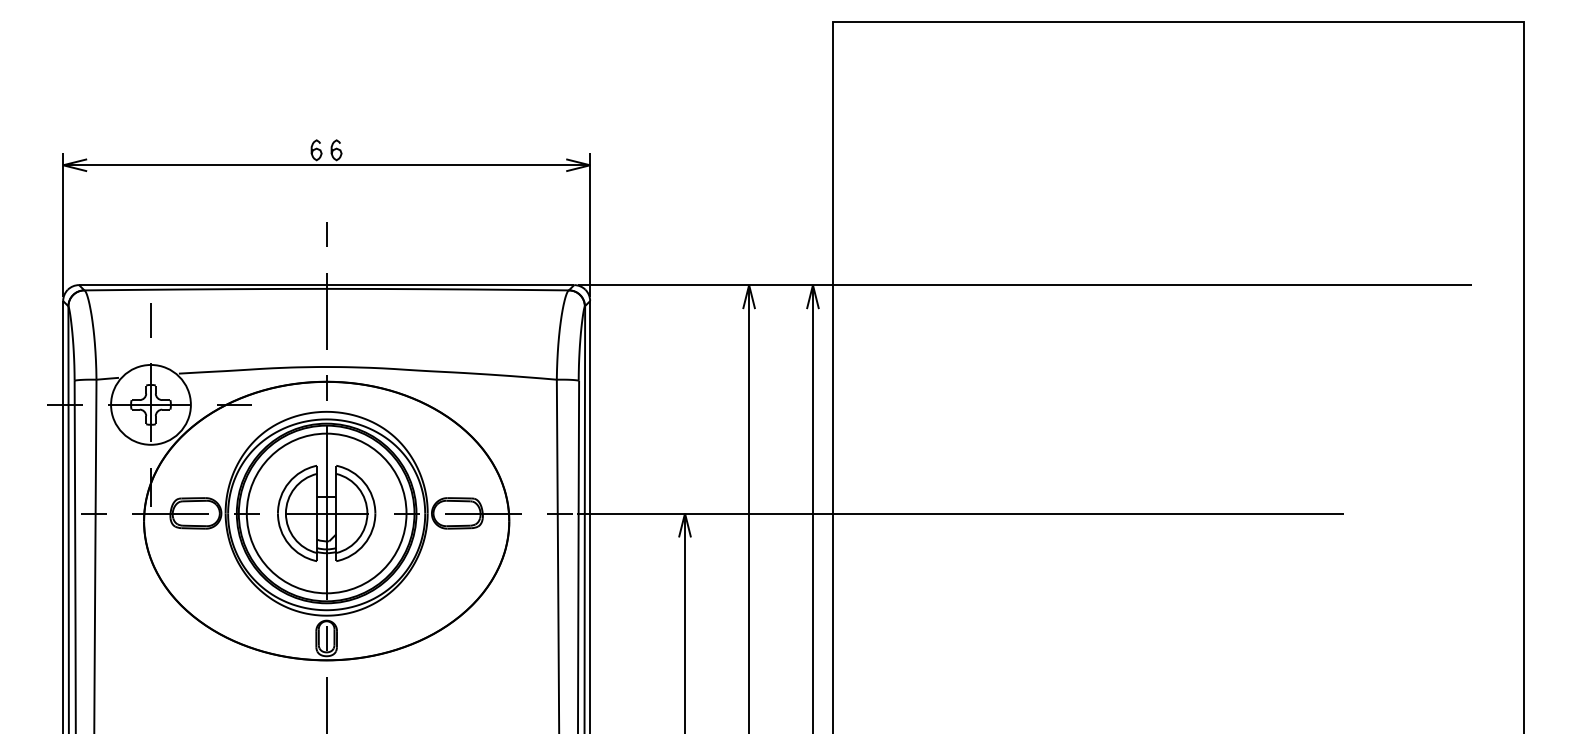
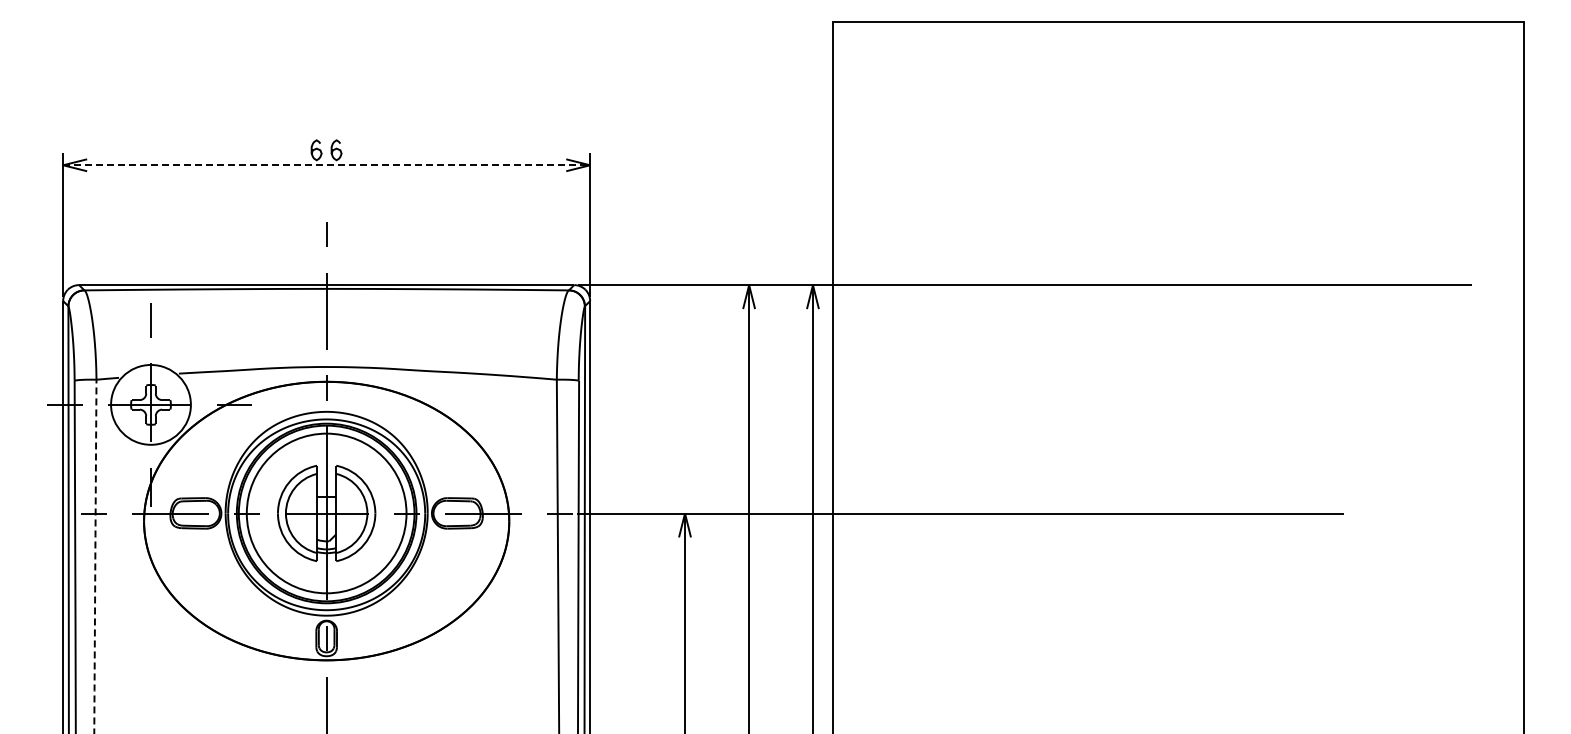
line at (327, 165): solid -> dashed
line at (95, 556): solid -> dashed
